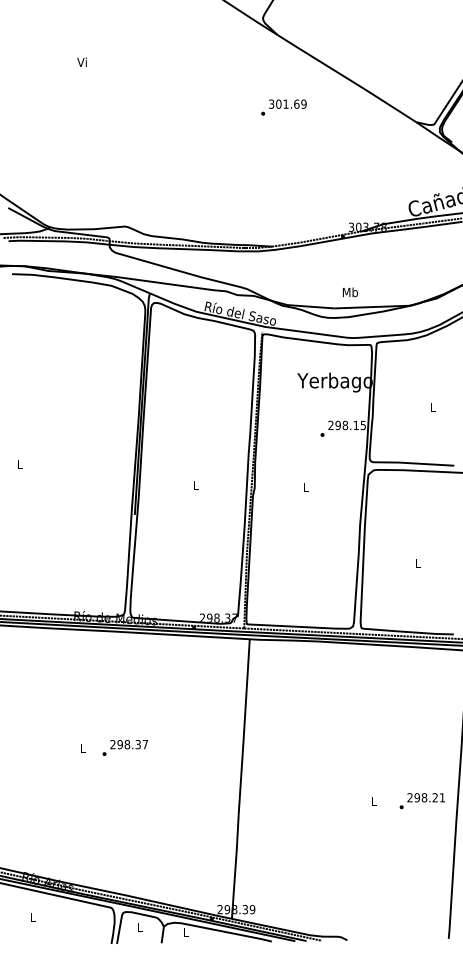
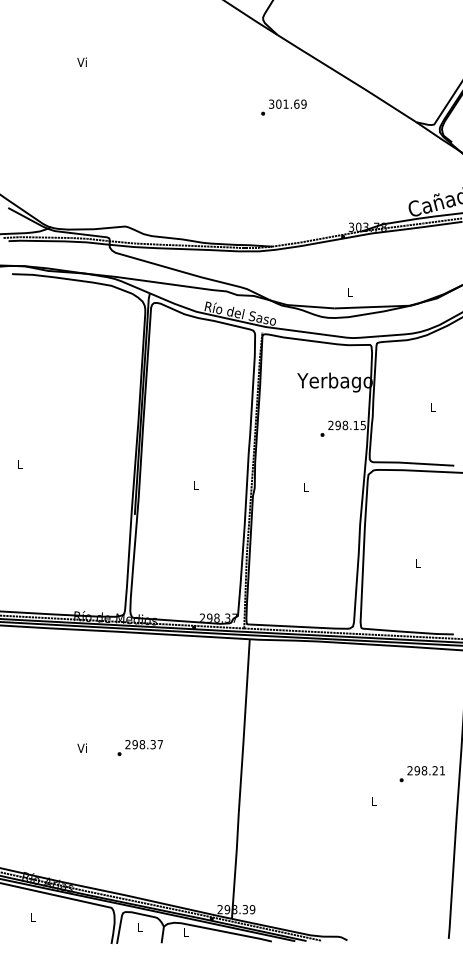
text at (349, 292): Mb -> L
text at (81, 747): L -> Vi
text at (124, 747) position: (124, 747) -> (139, 747)
text at (421, 801) position: (421, 801) -> (421, 774)
